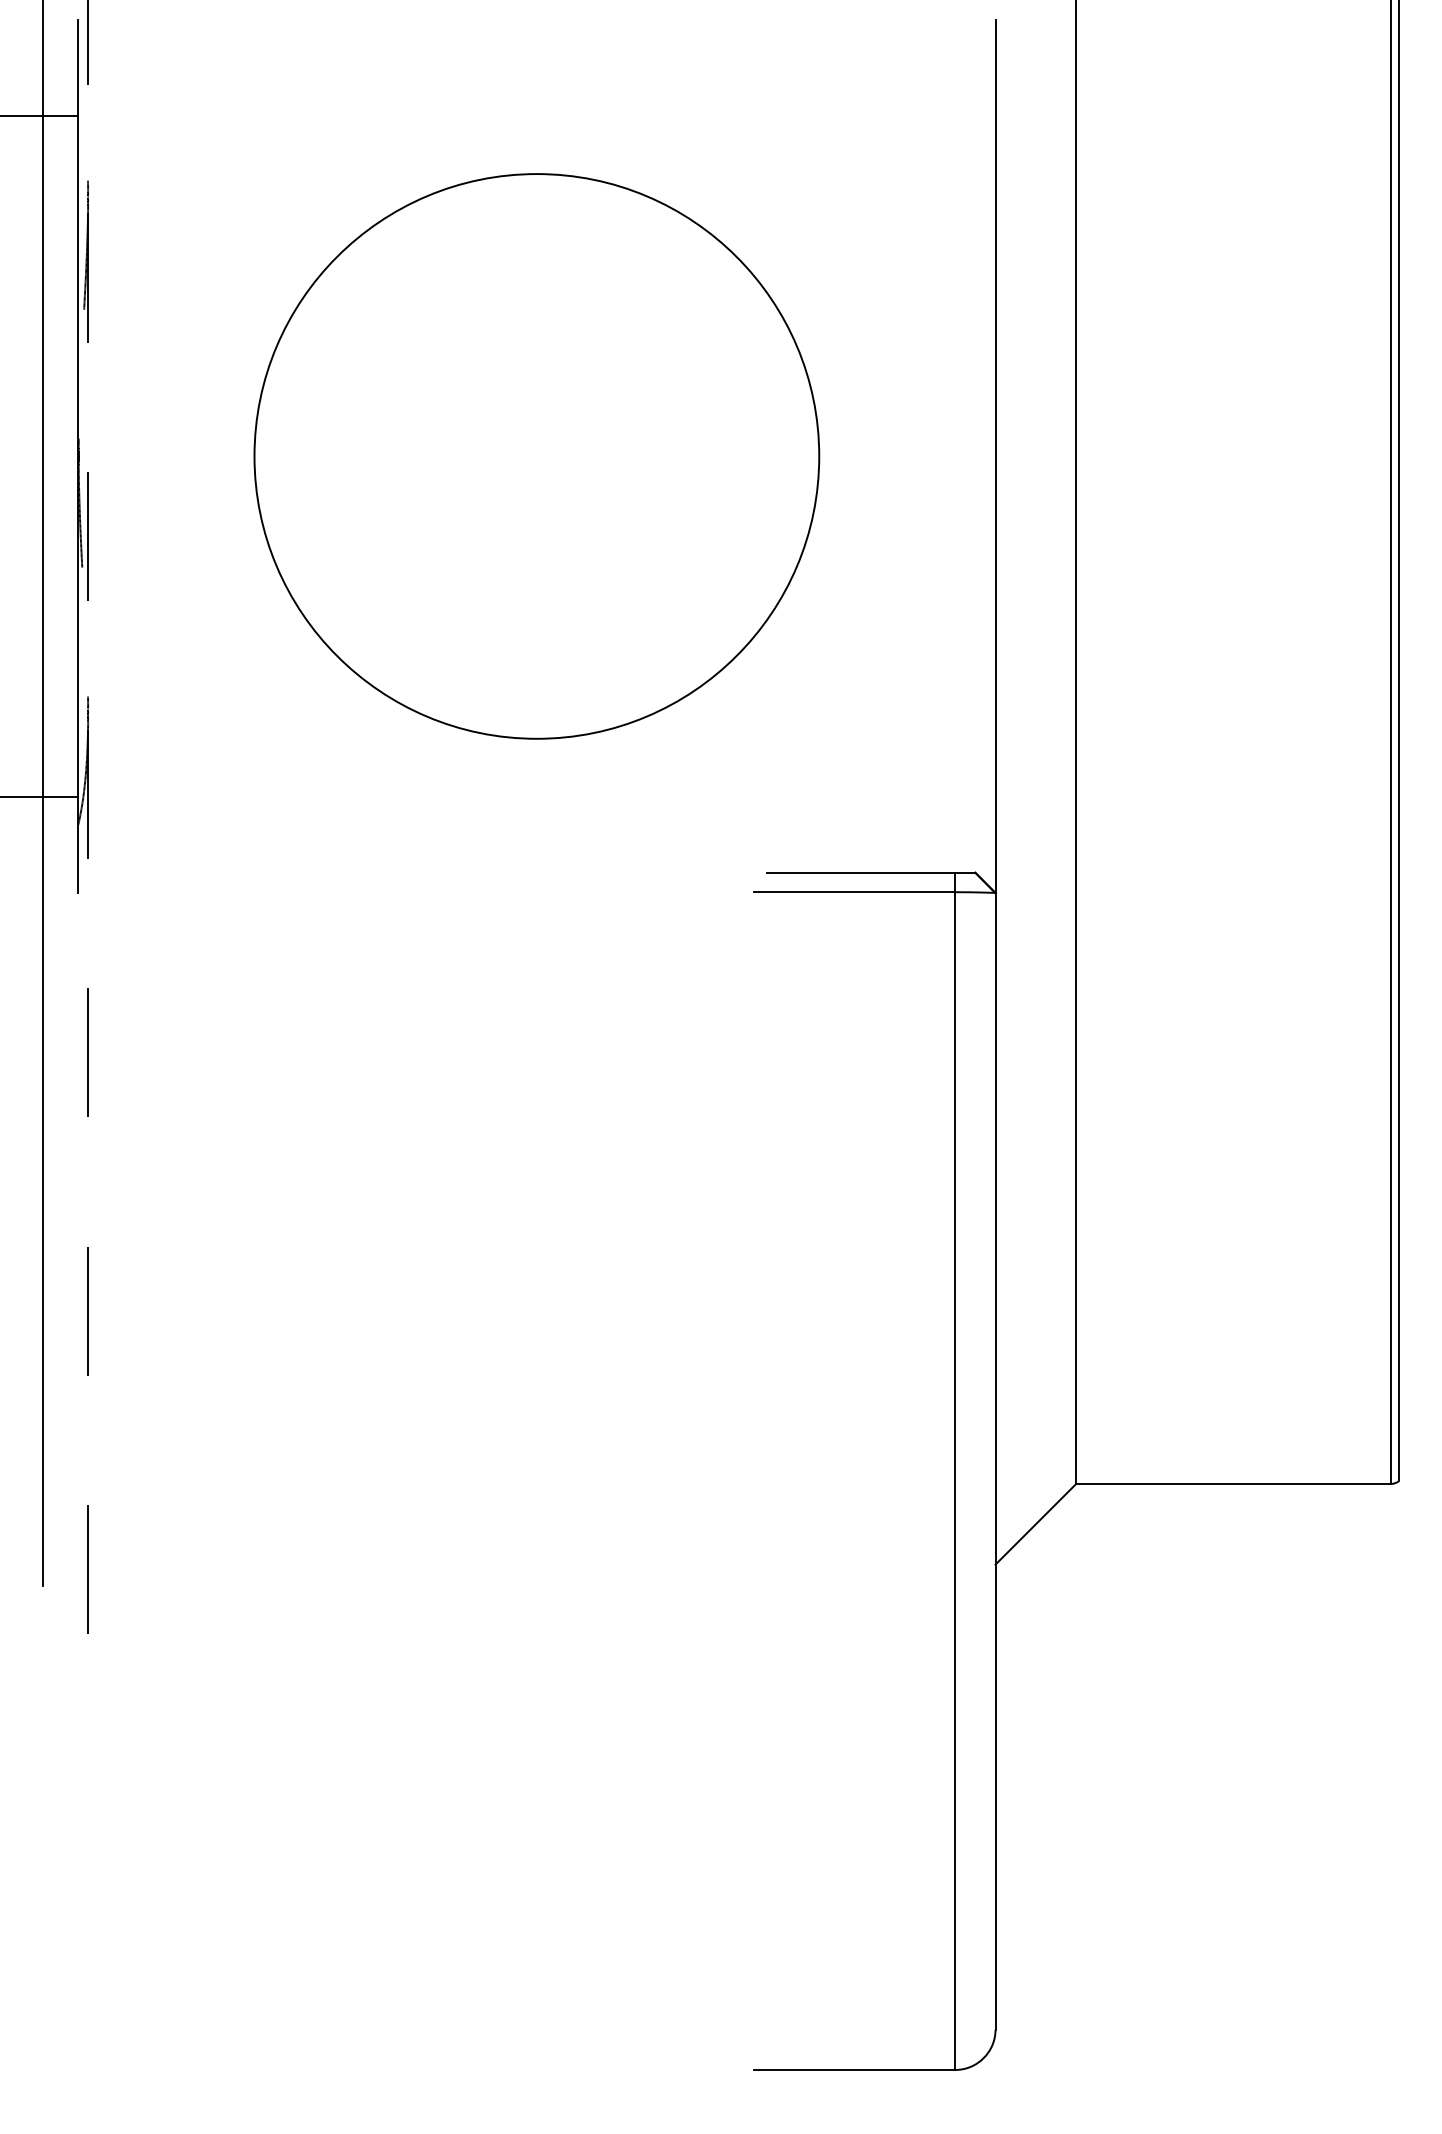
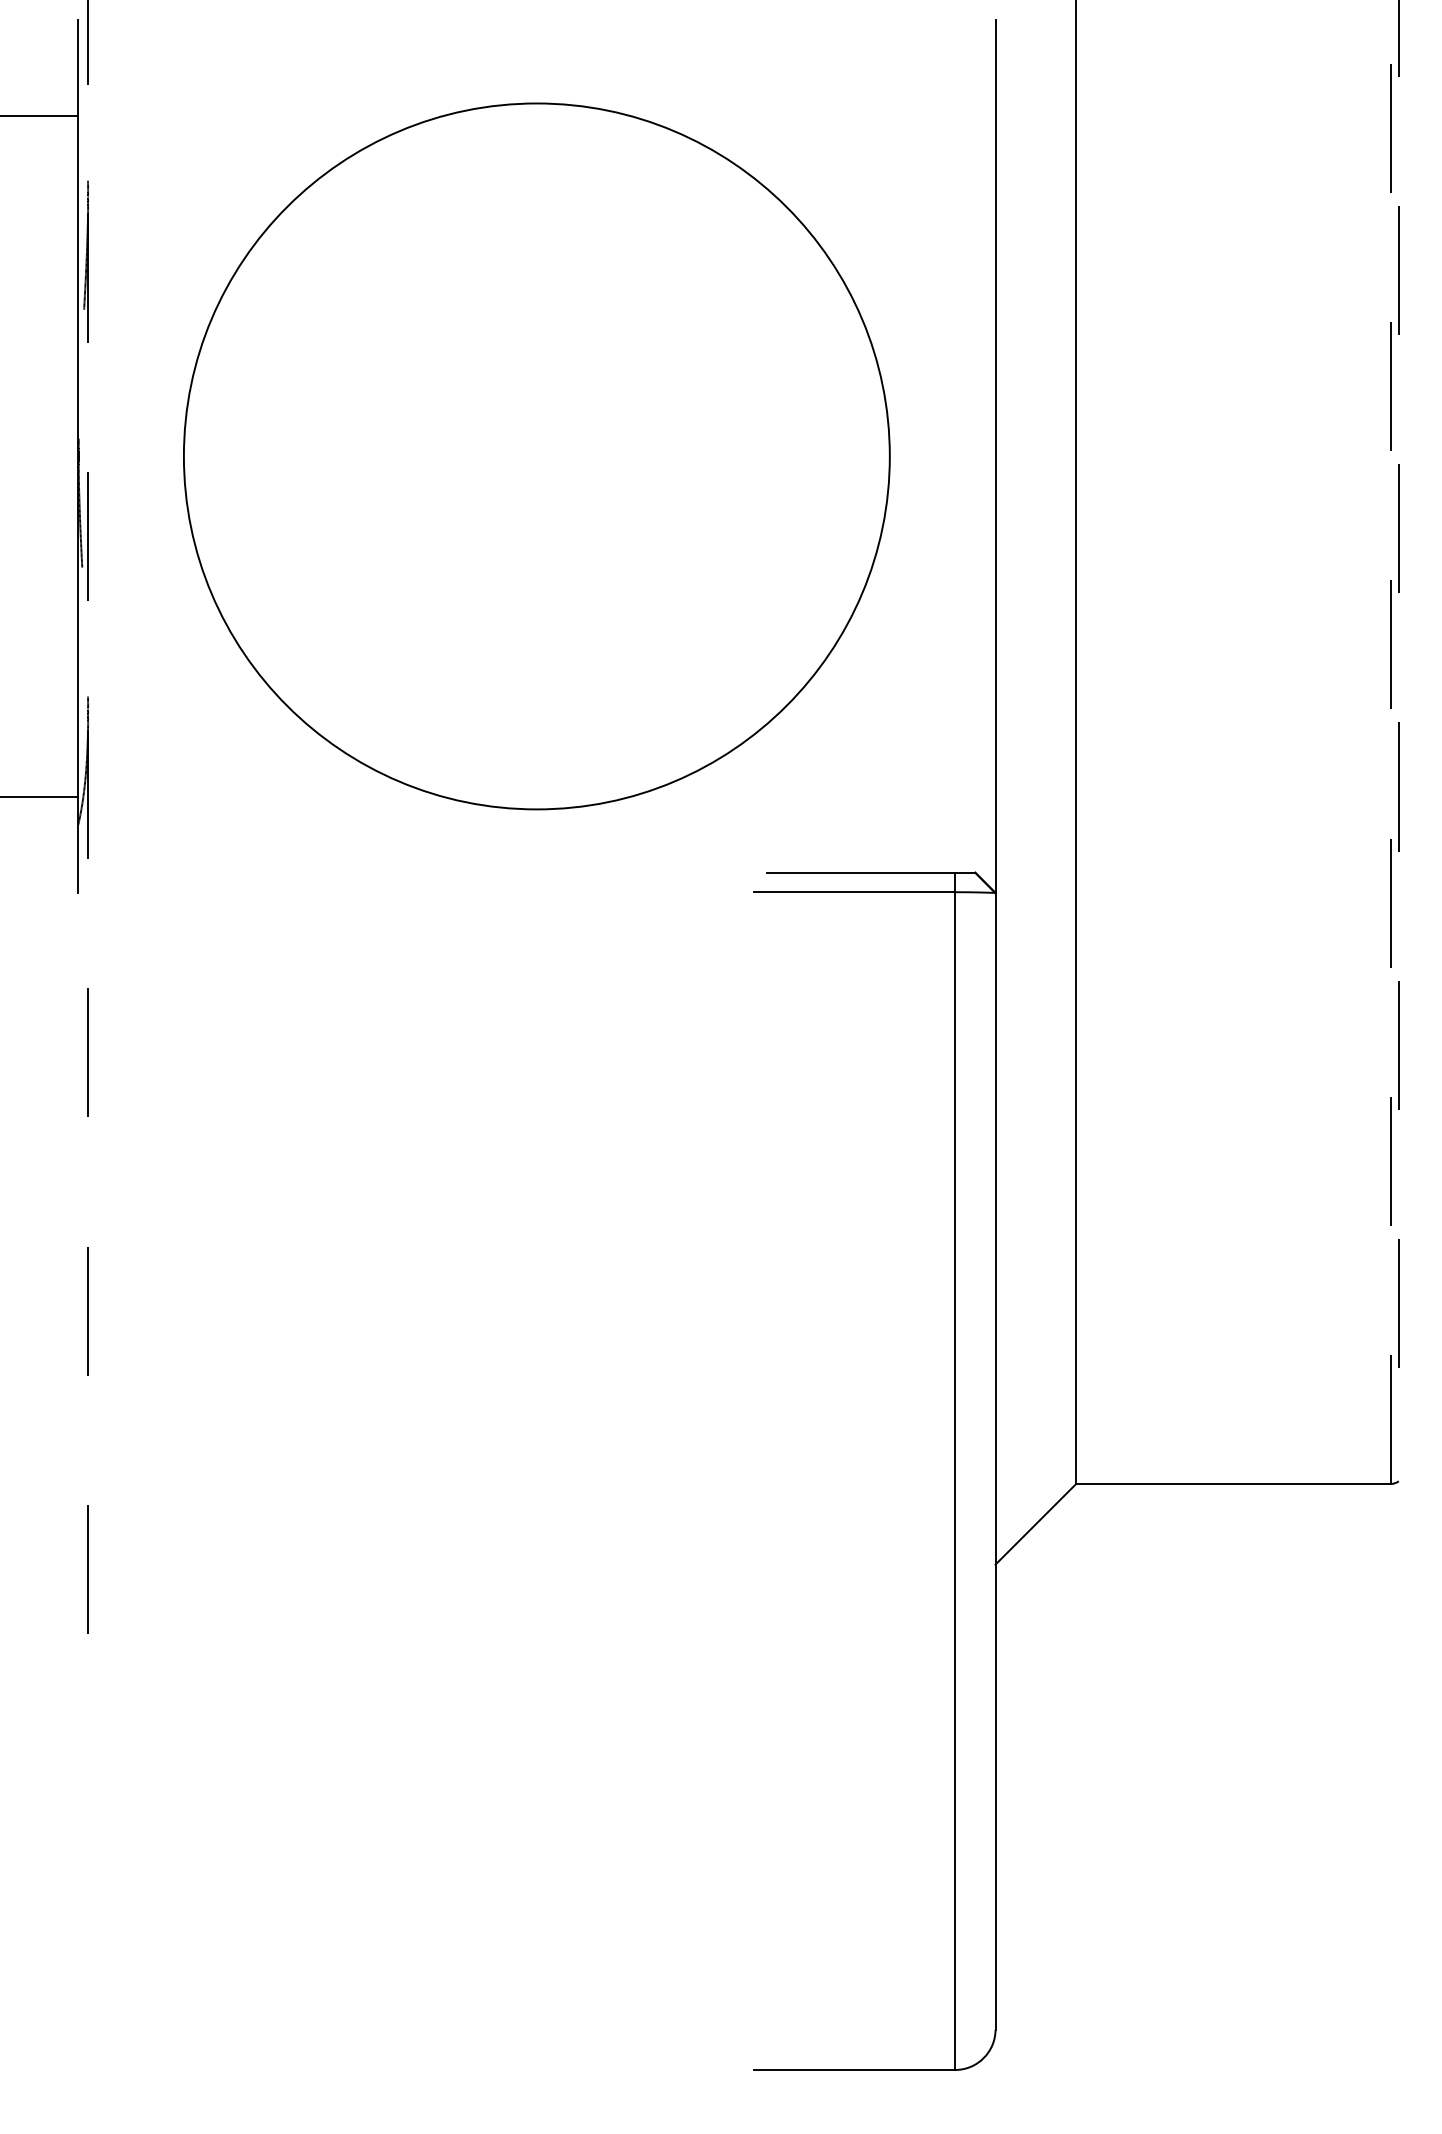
circle at (536, 456) diameter: 565 px -> 706 px
line at (1390, 741): solid -> dashed
line at (1398, 741): solid -> dashed
line at (43, 794): present -> none
